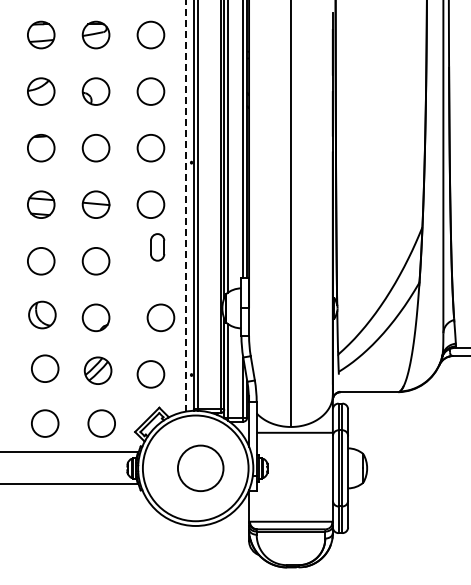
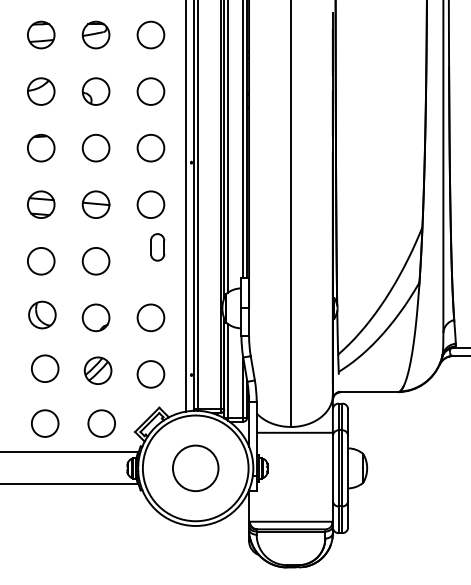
line at (186, 205): dashed -> solid
circle at (160, 317) position: (160, 317) -> (150, 317)
circle at (200, 467) position: (200, 467) -> (195, 467)
